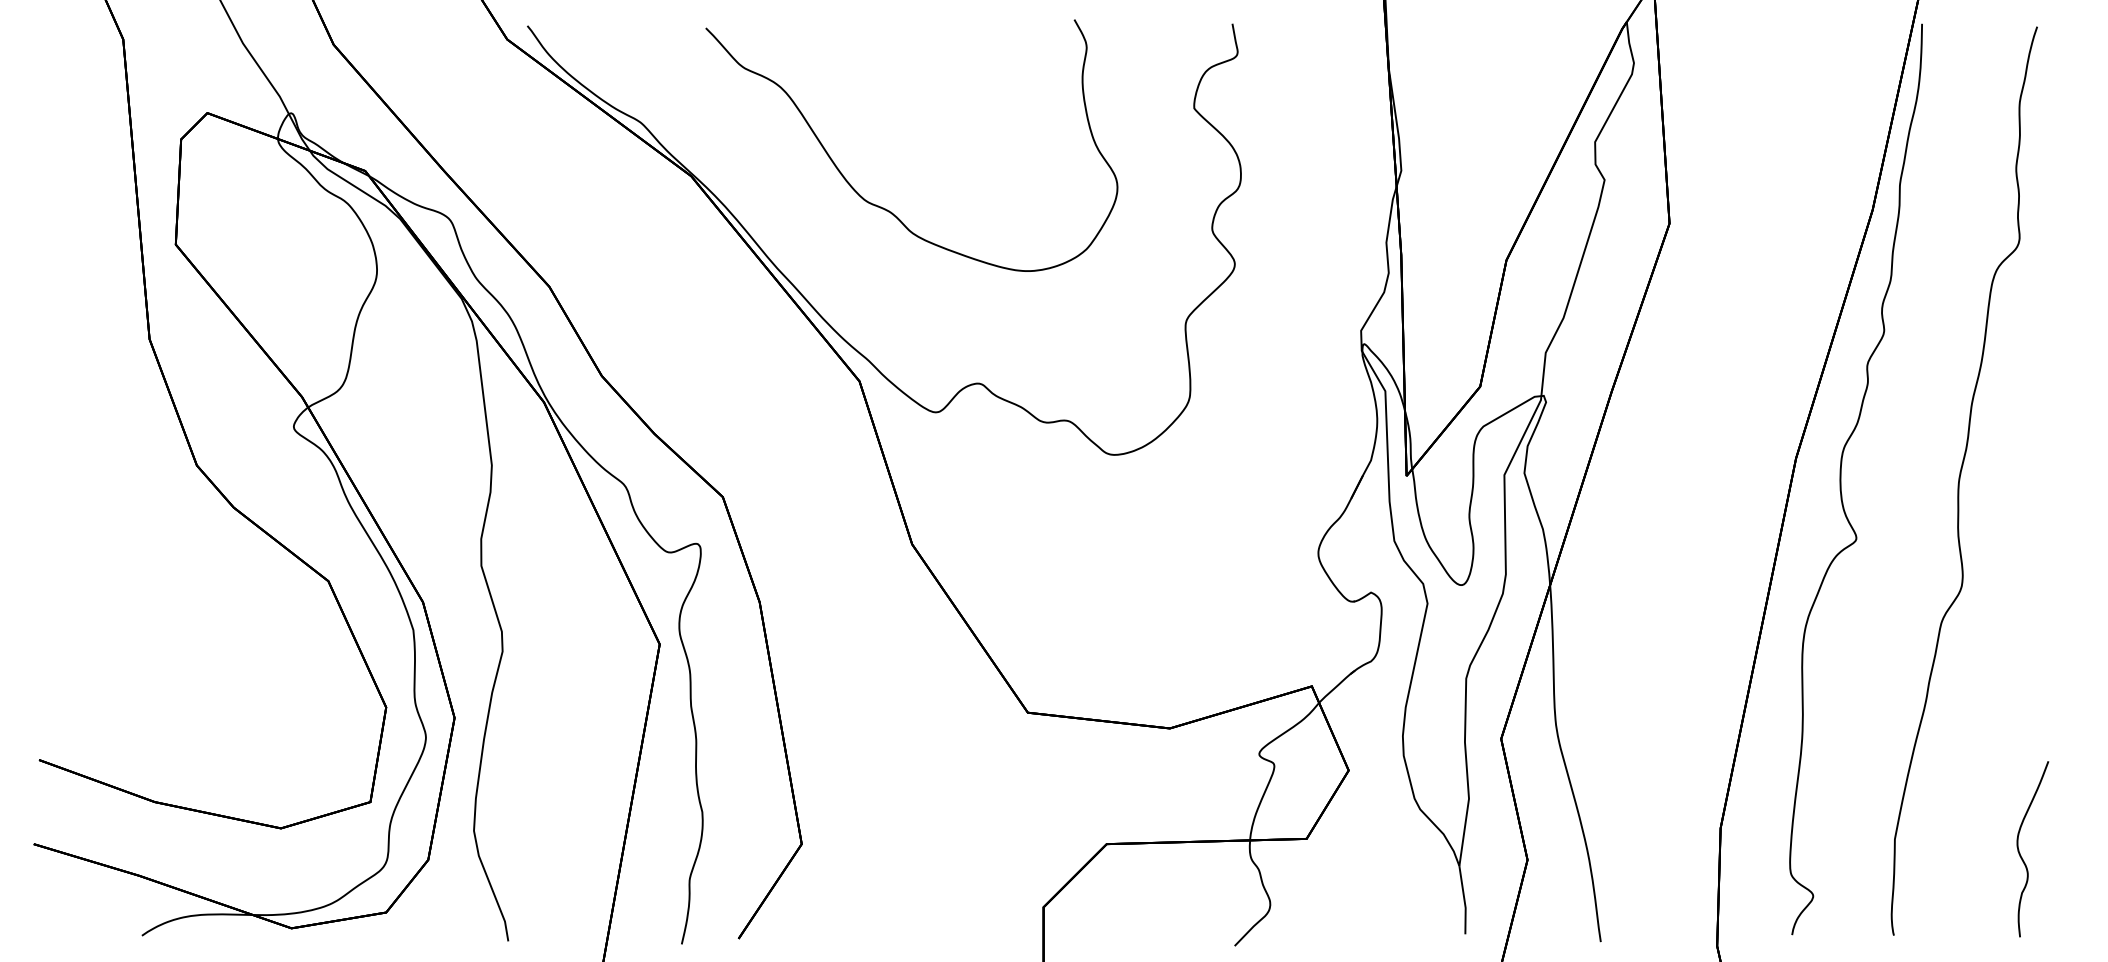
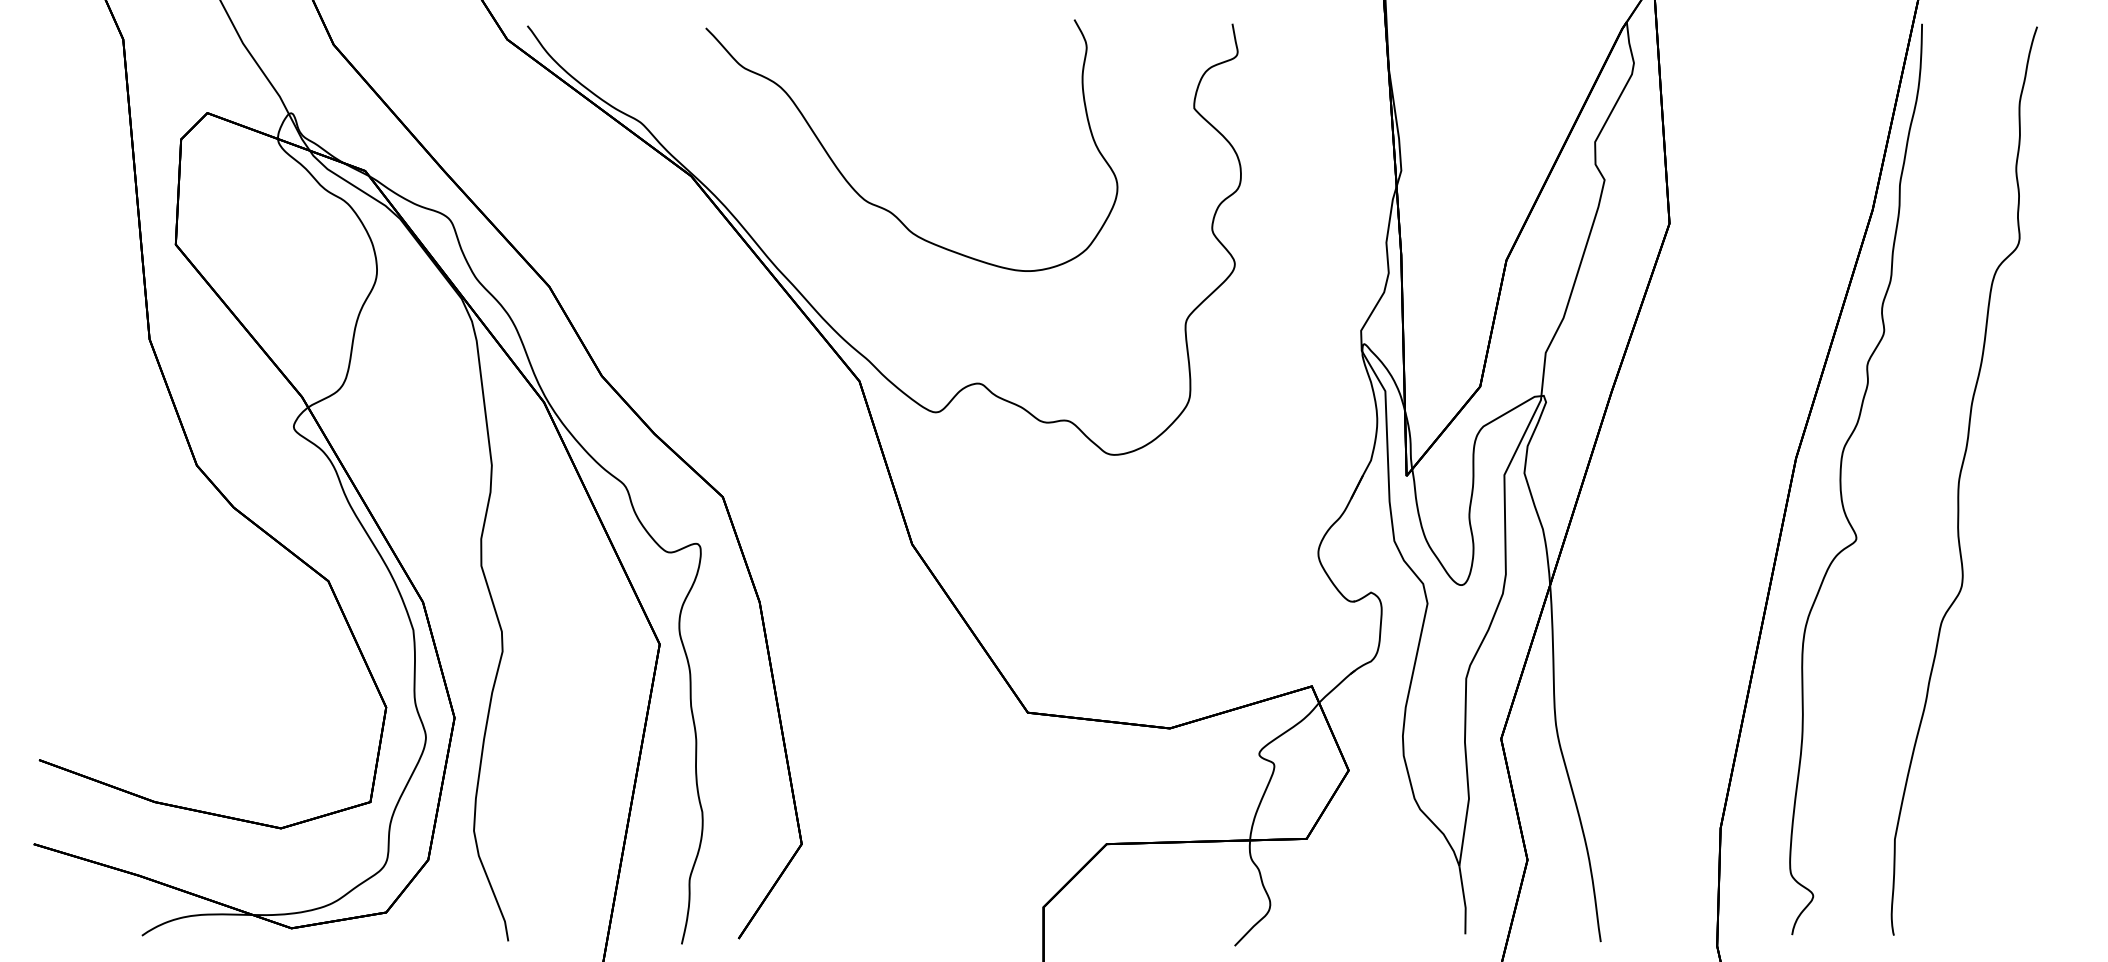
part at (2021, 855): present -> none
